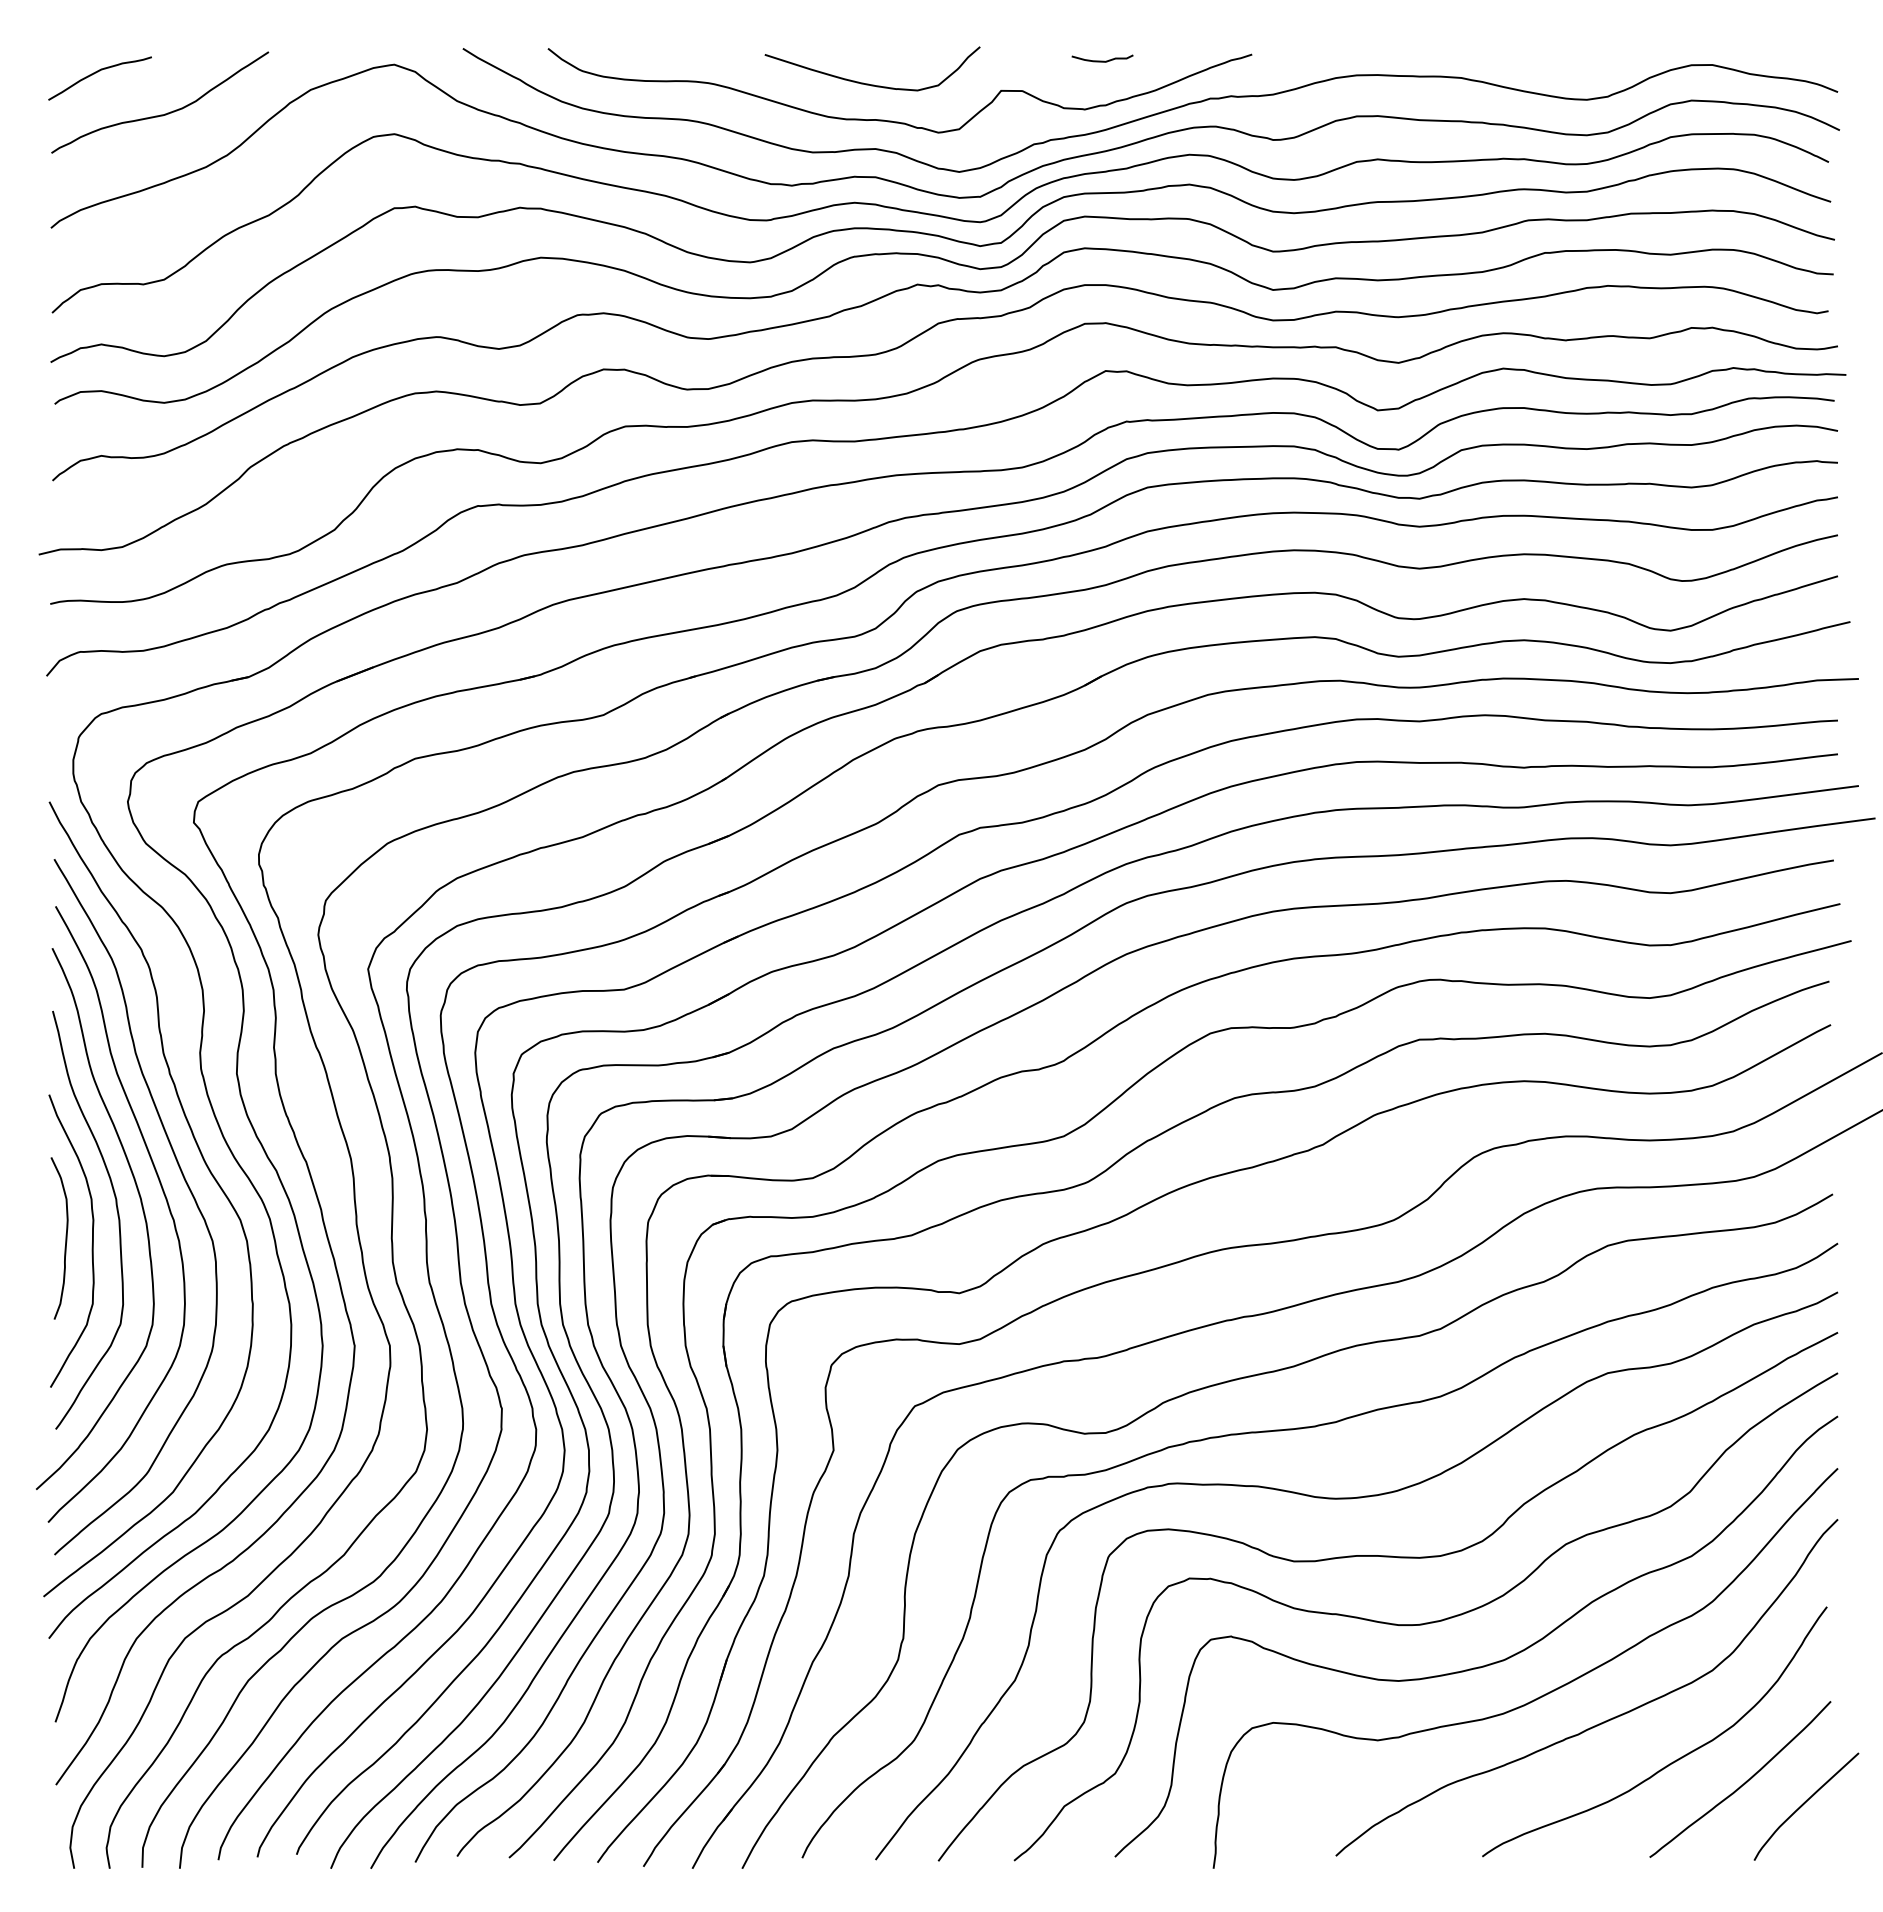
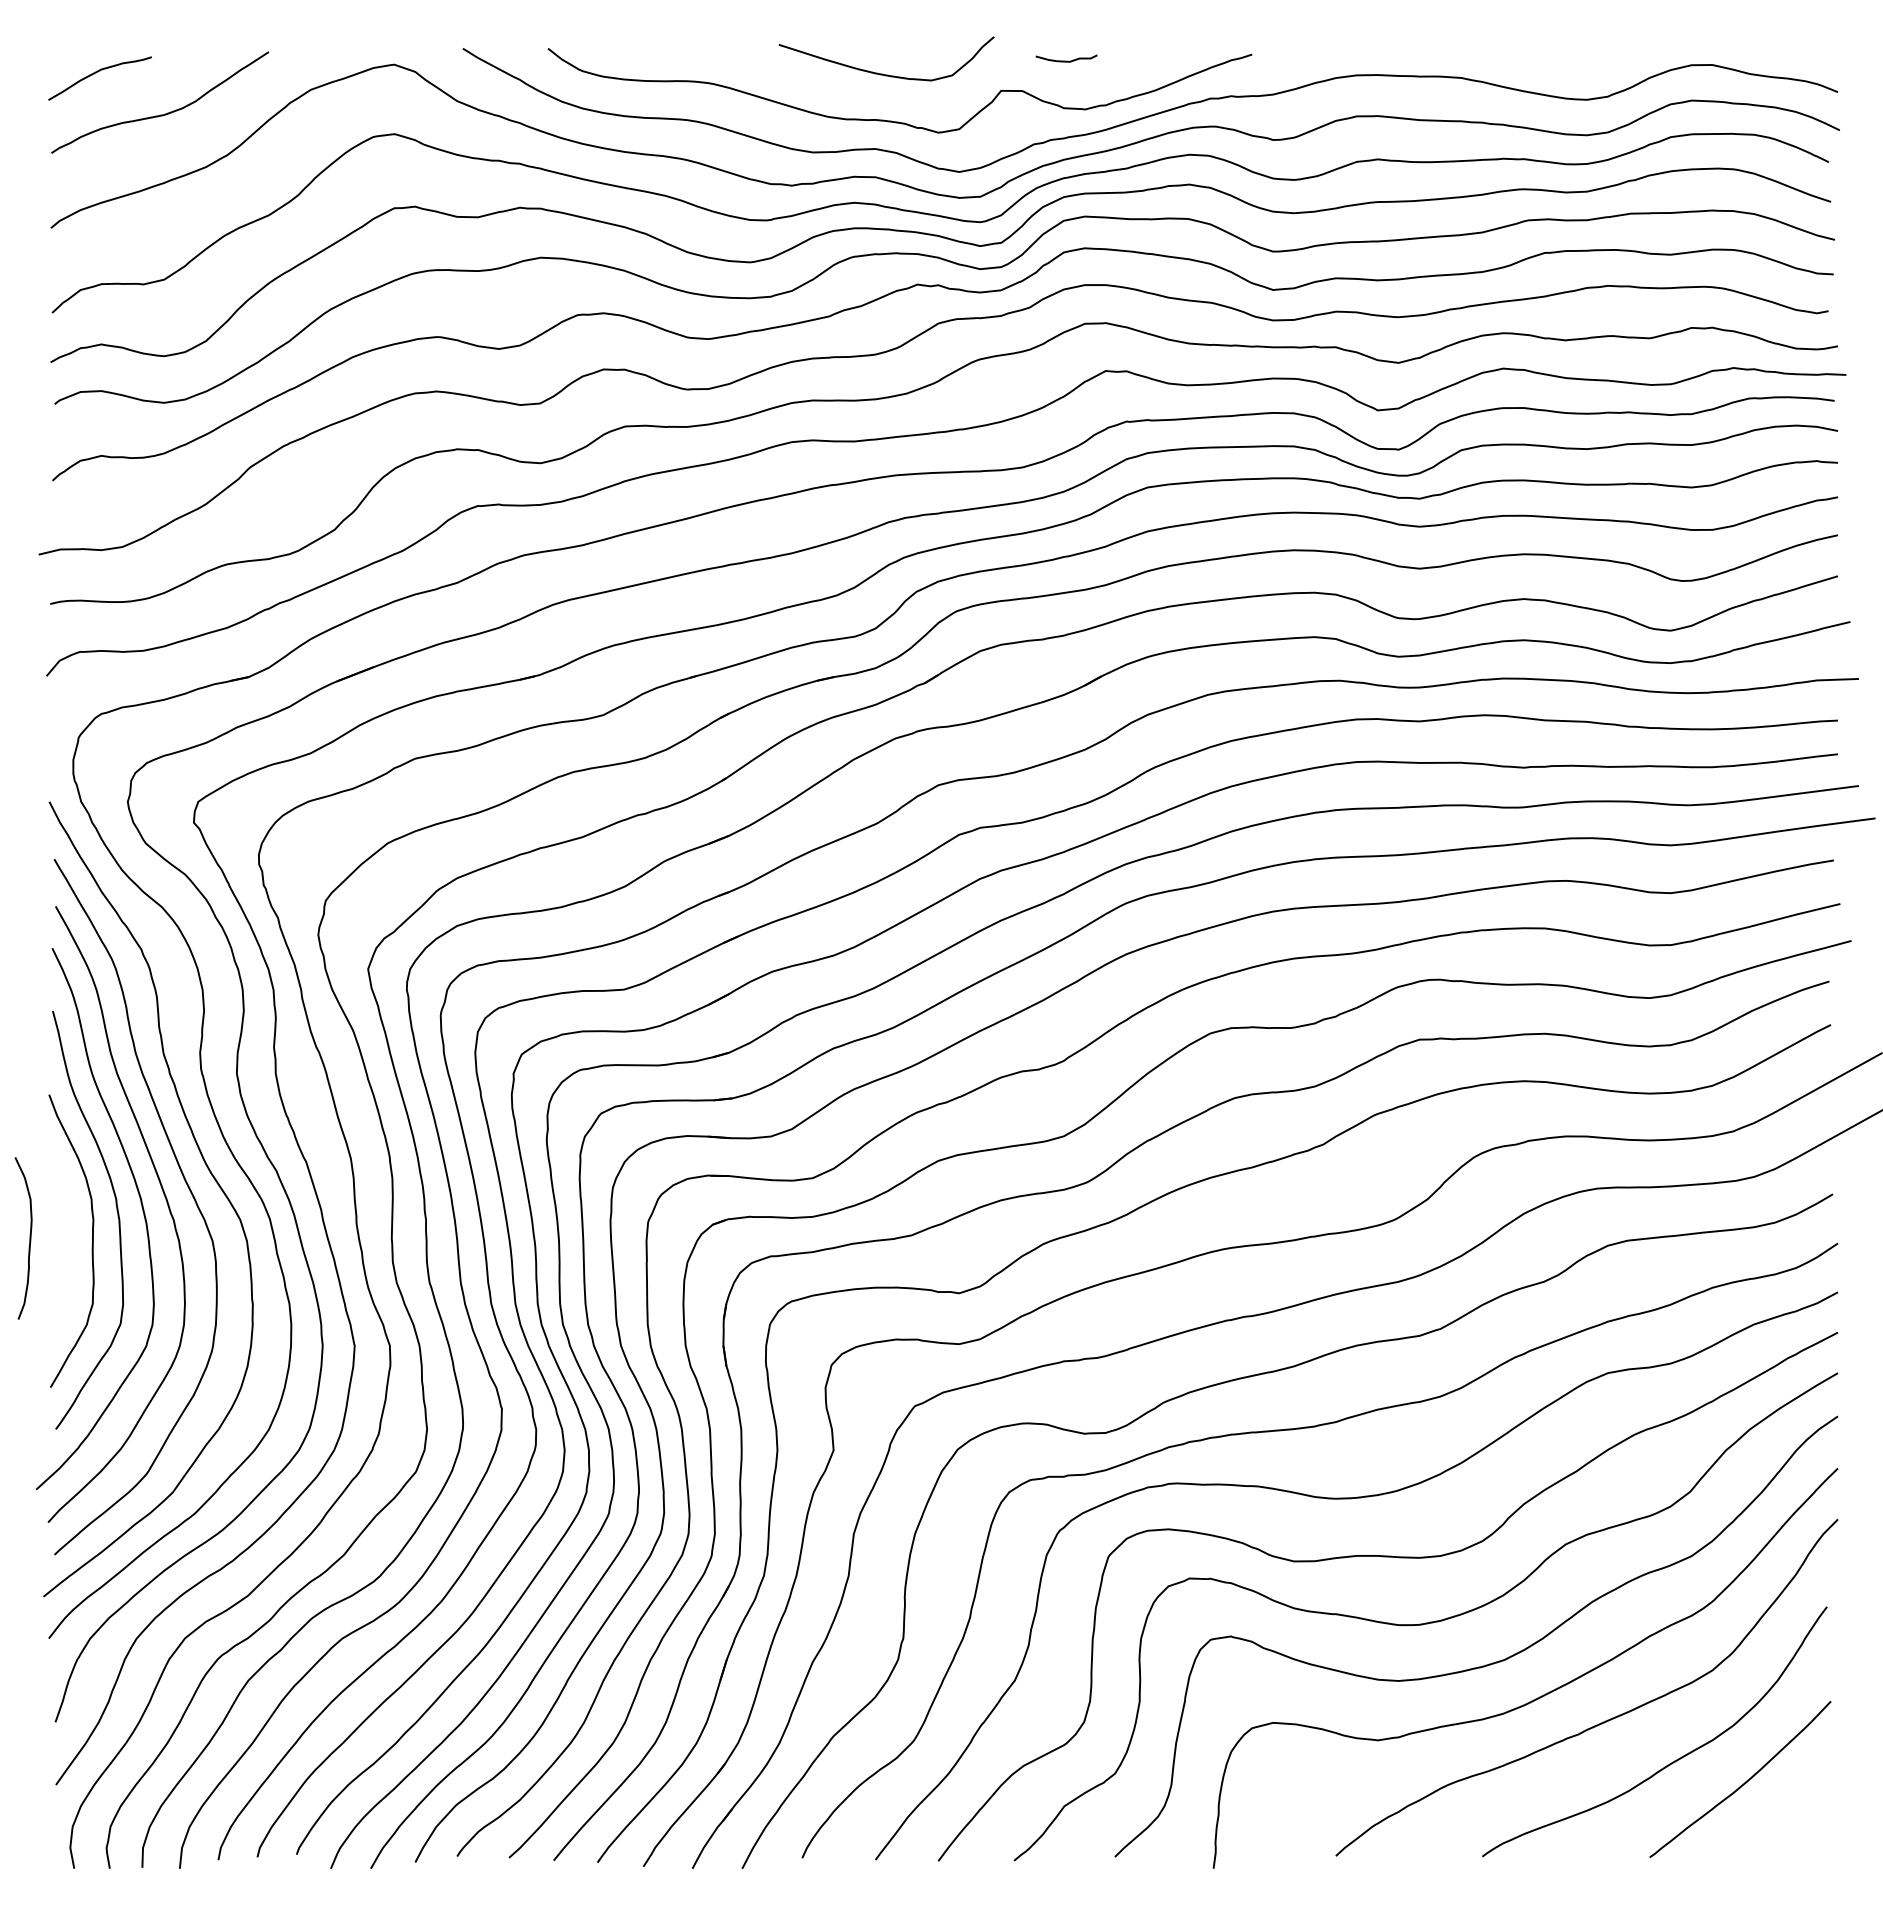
curve at (1102, 60) position: (1102, 60) -> (1066, 60)
curve at (868, 83) position: (868, 83) -> (882, 73)
curve at (65, 1238) position: (65, 1238) -> (29, 1238)
curve at (1804, 1804): present -> none
